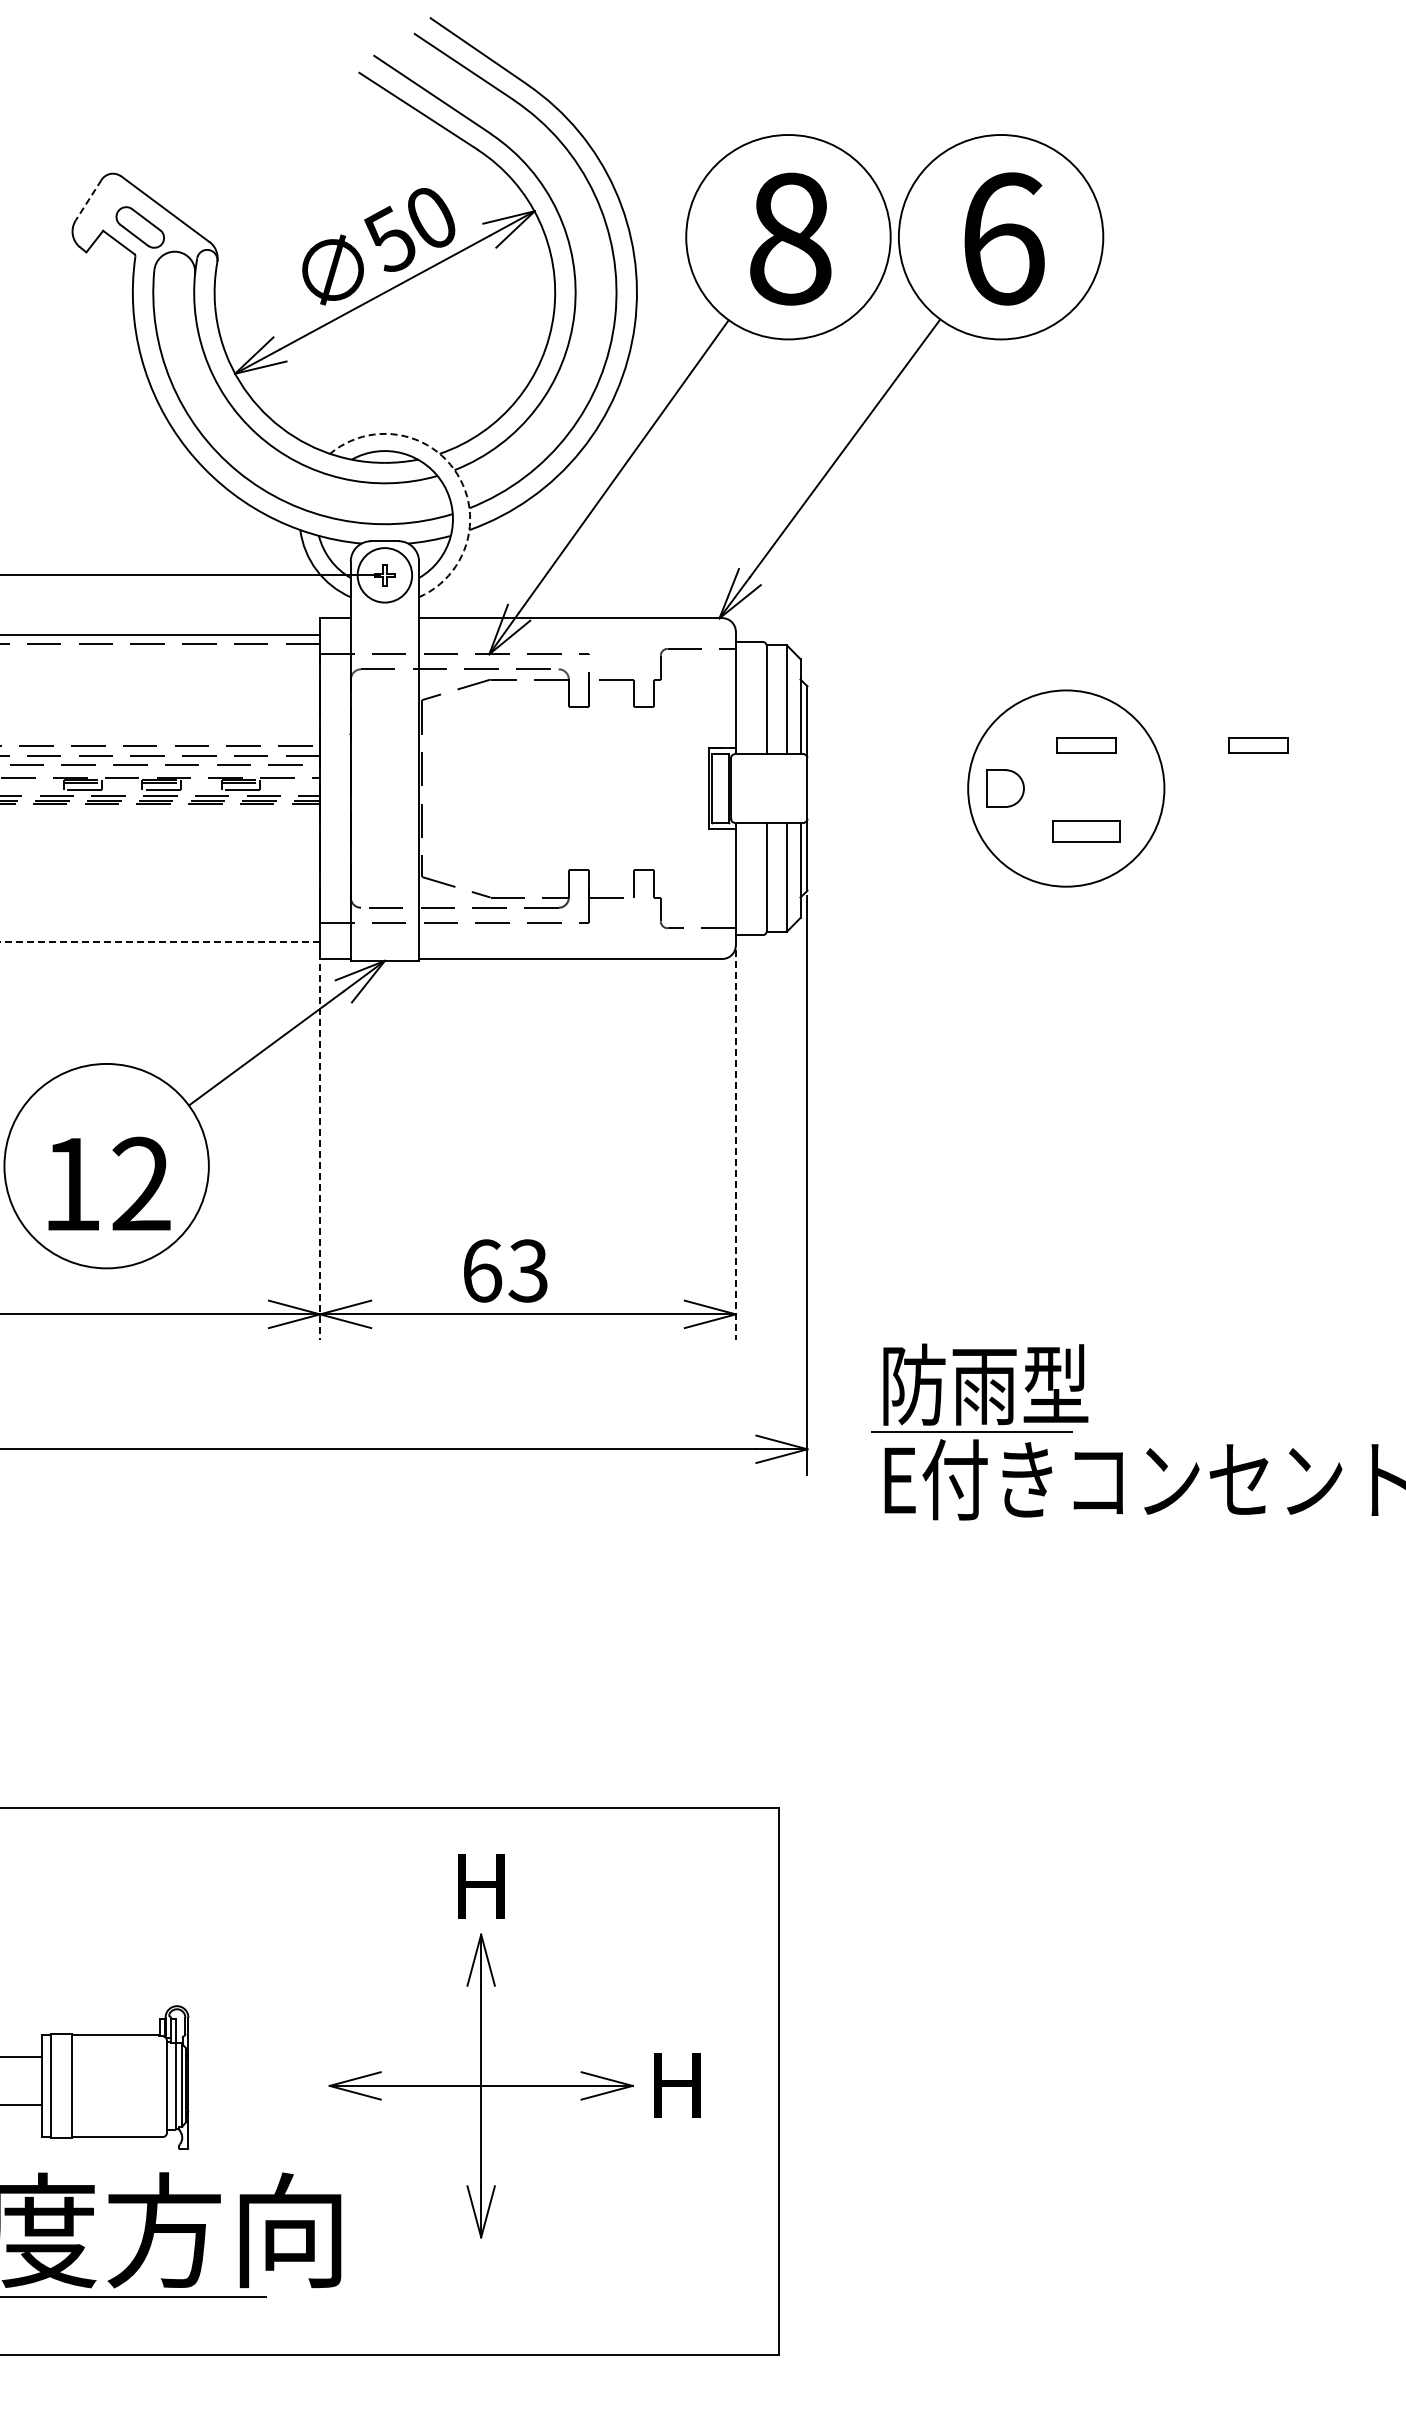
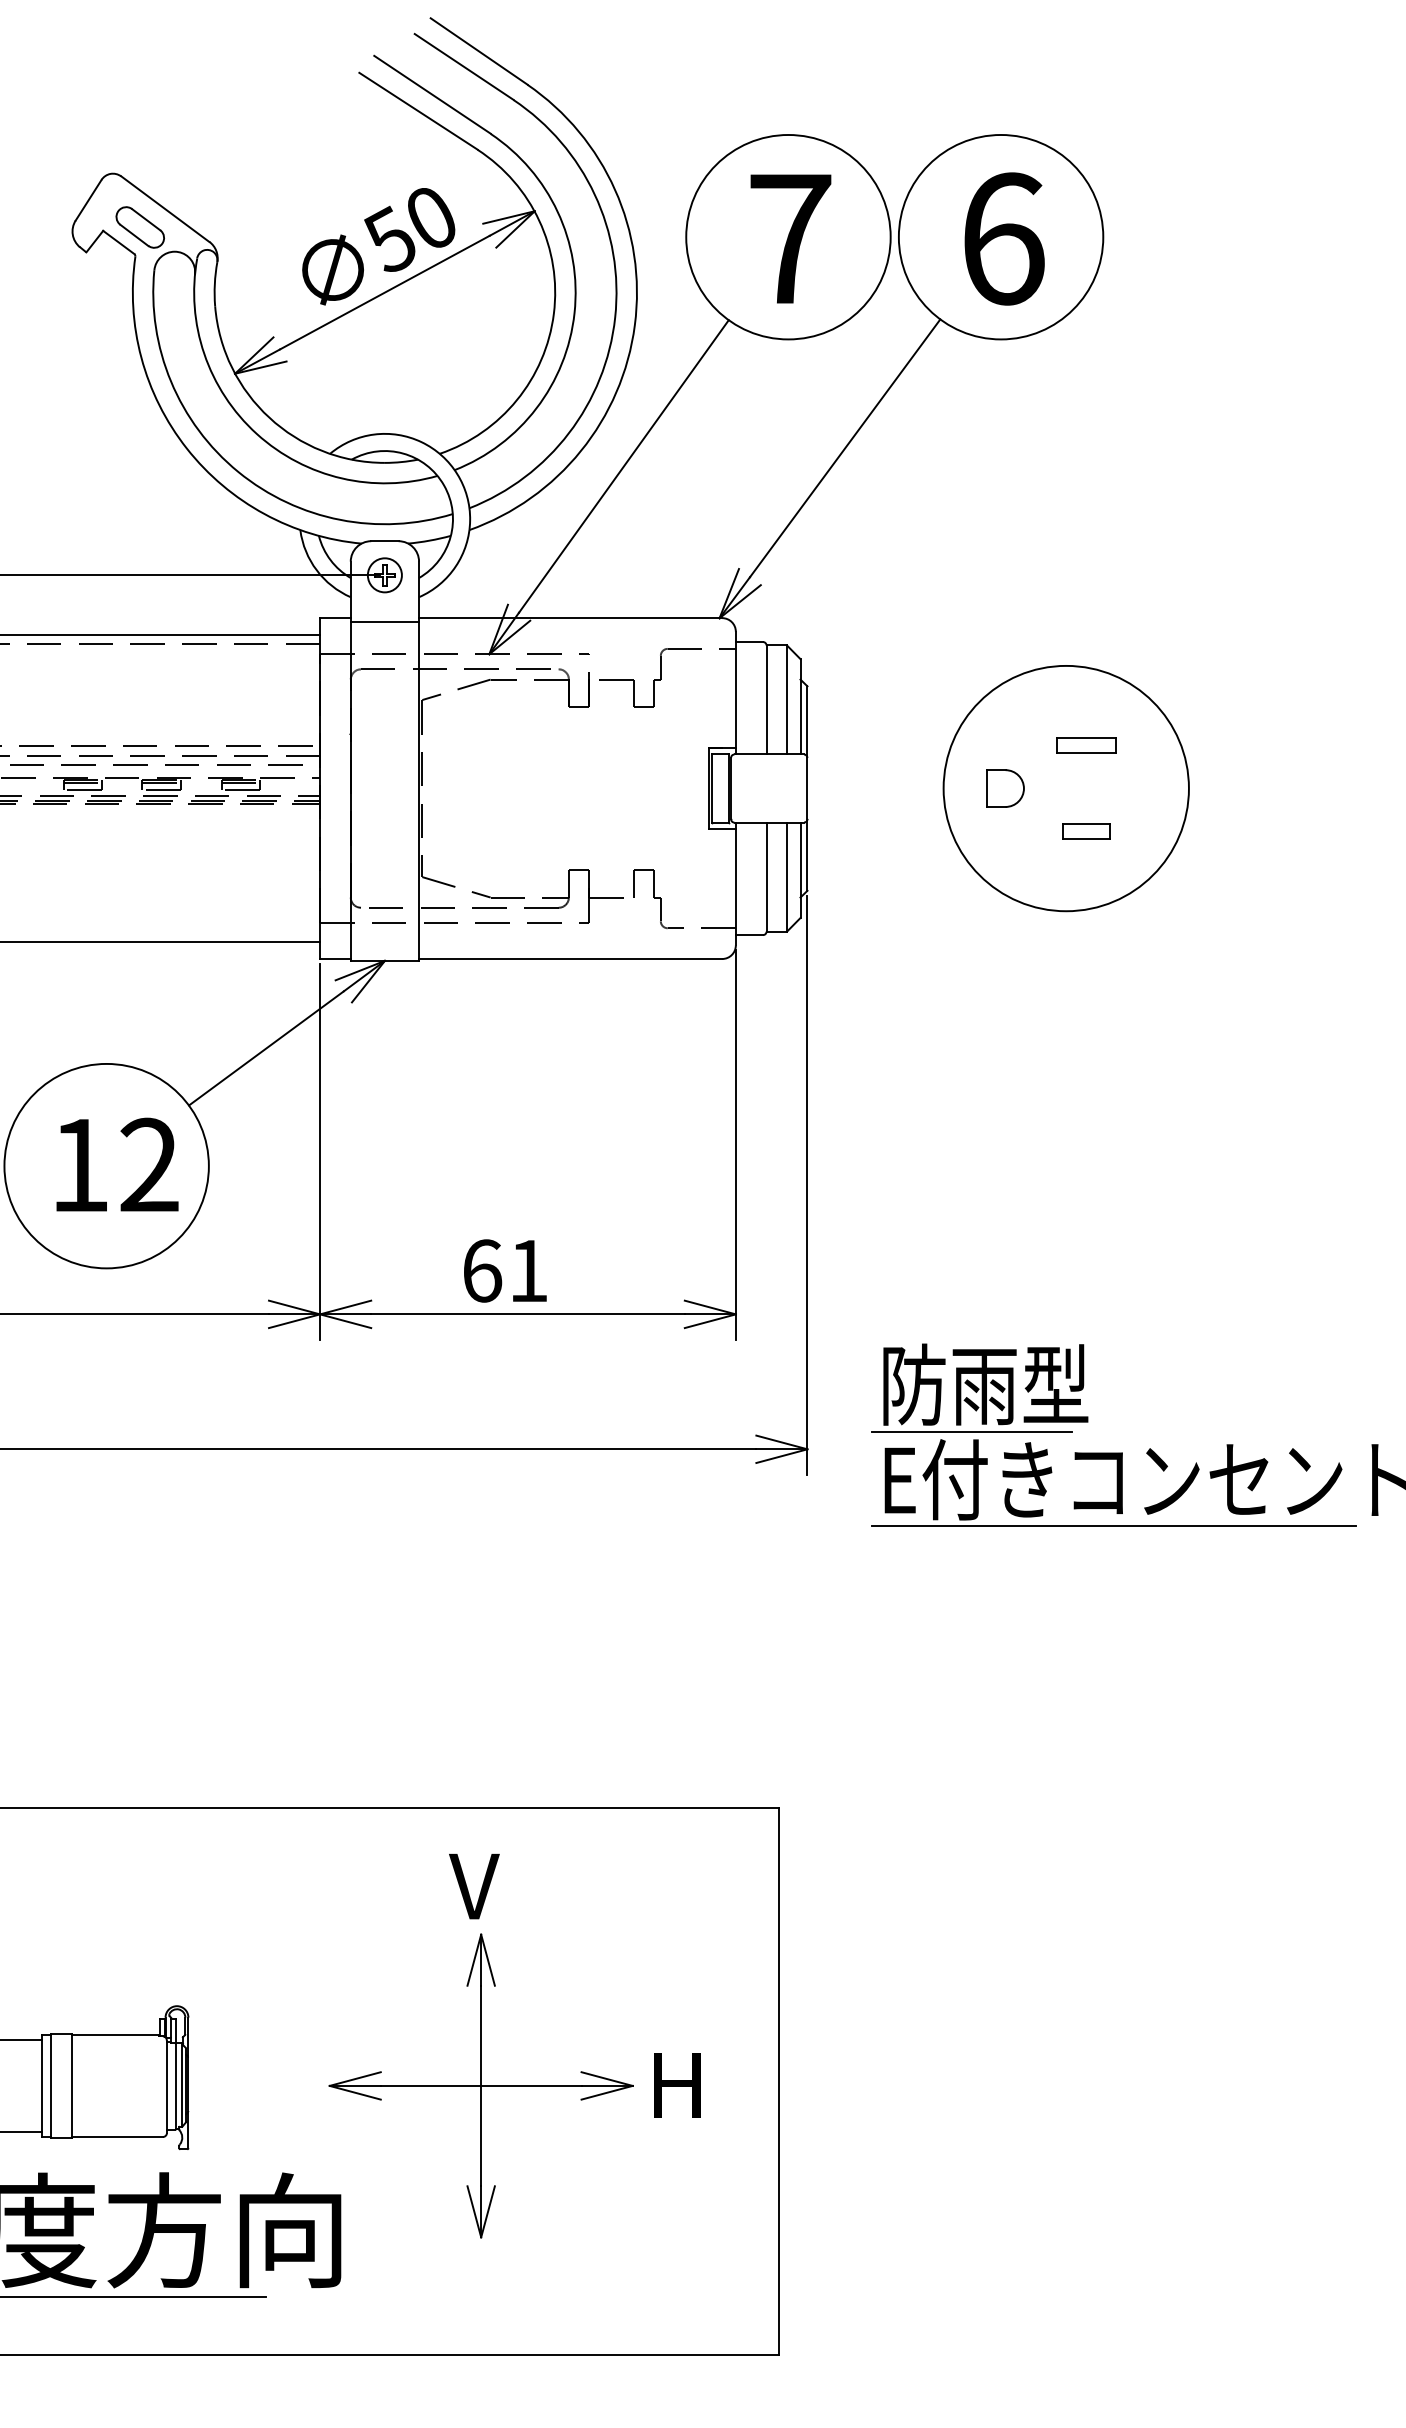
line at (88, 200): dashed -> solid
text at (790, 238): 8 -> 7
arc at (457, 474): dashed -> solid
circle at (384, 575) diameter: 54 px -> 34 px
line at (384, 621): none -> present
part at (1258, 745): present -> none
circle at (1066, 788) diameter: 196 px -> 245 px
part at (1086, 831) size: 69x23 px -> 49x17 px
line at (160, 941): dashed -> solid
line at (735, 1145): dashed -> solid
line at (320, 1151): dashed -> solid
text at (109, 1183) position: (109, 1183) -> (117, 1164)
text at (527, 1270): 63 -> 61
line at (1113, 1526): none -> present
text at (476, 1886): H -> V
line at (22, 2056) position: (22, 2056) -> (22, 2039)
line at (22, 2104) position: (22, 2104) -> (22, 2131)
